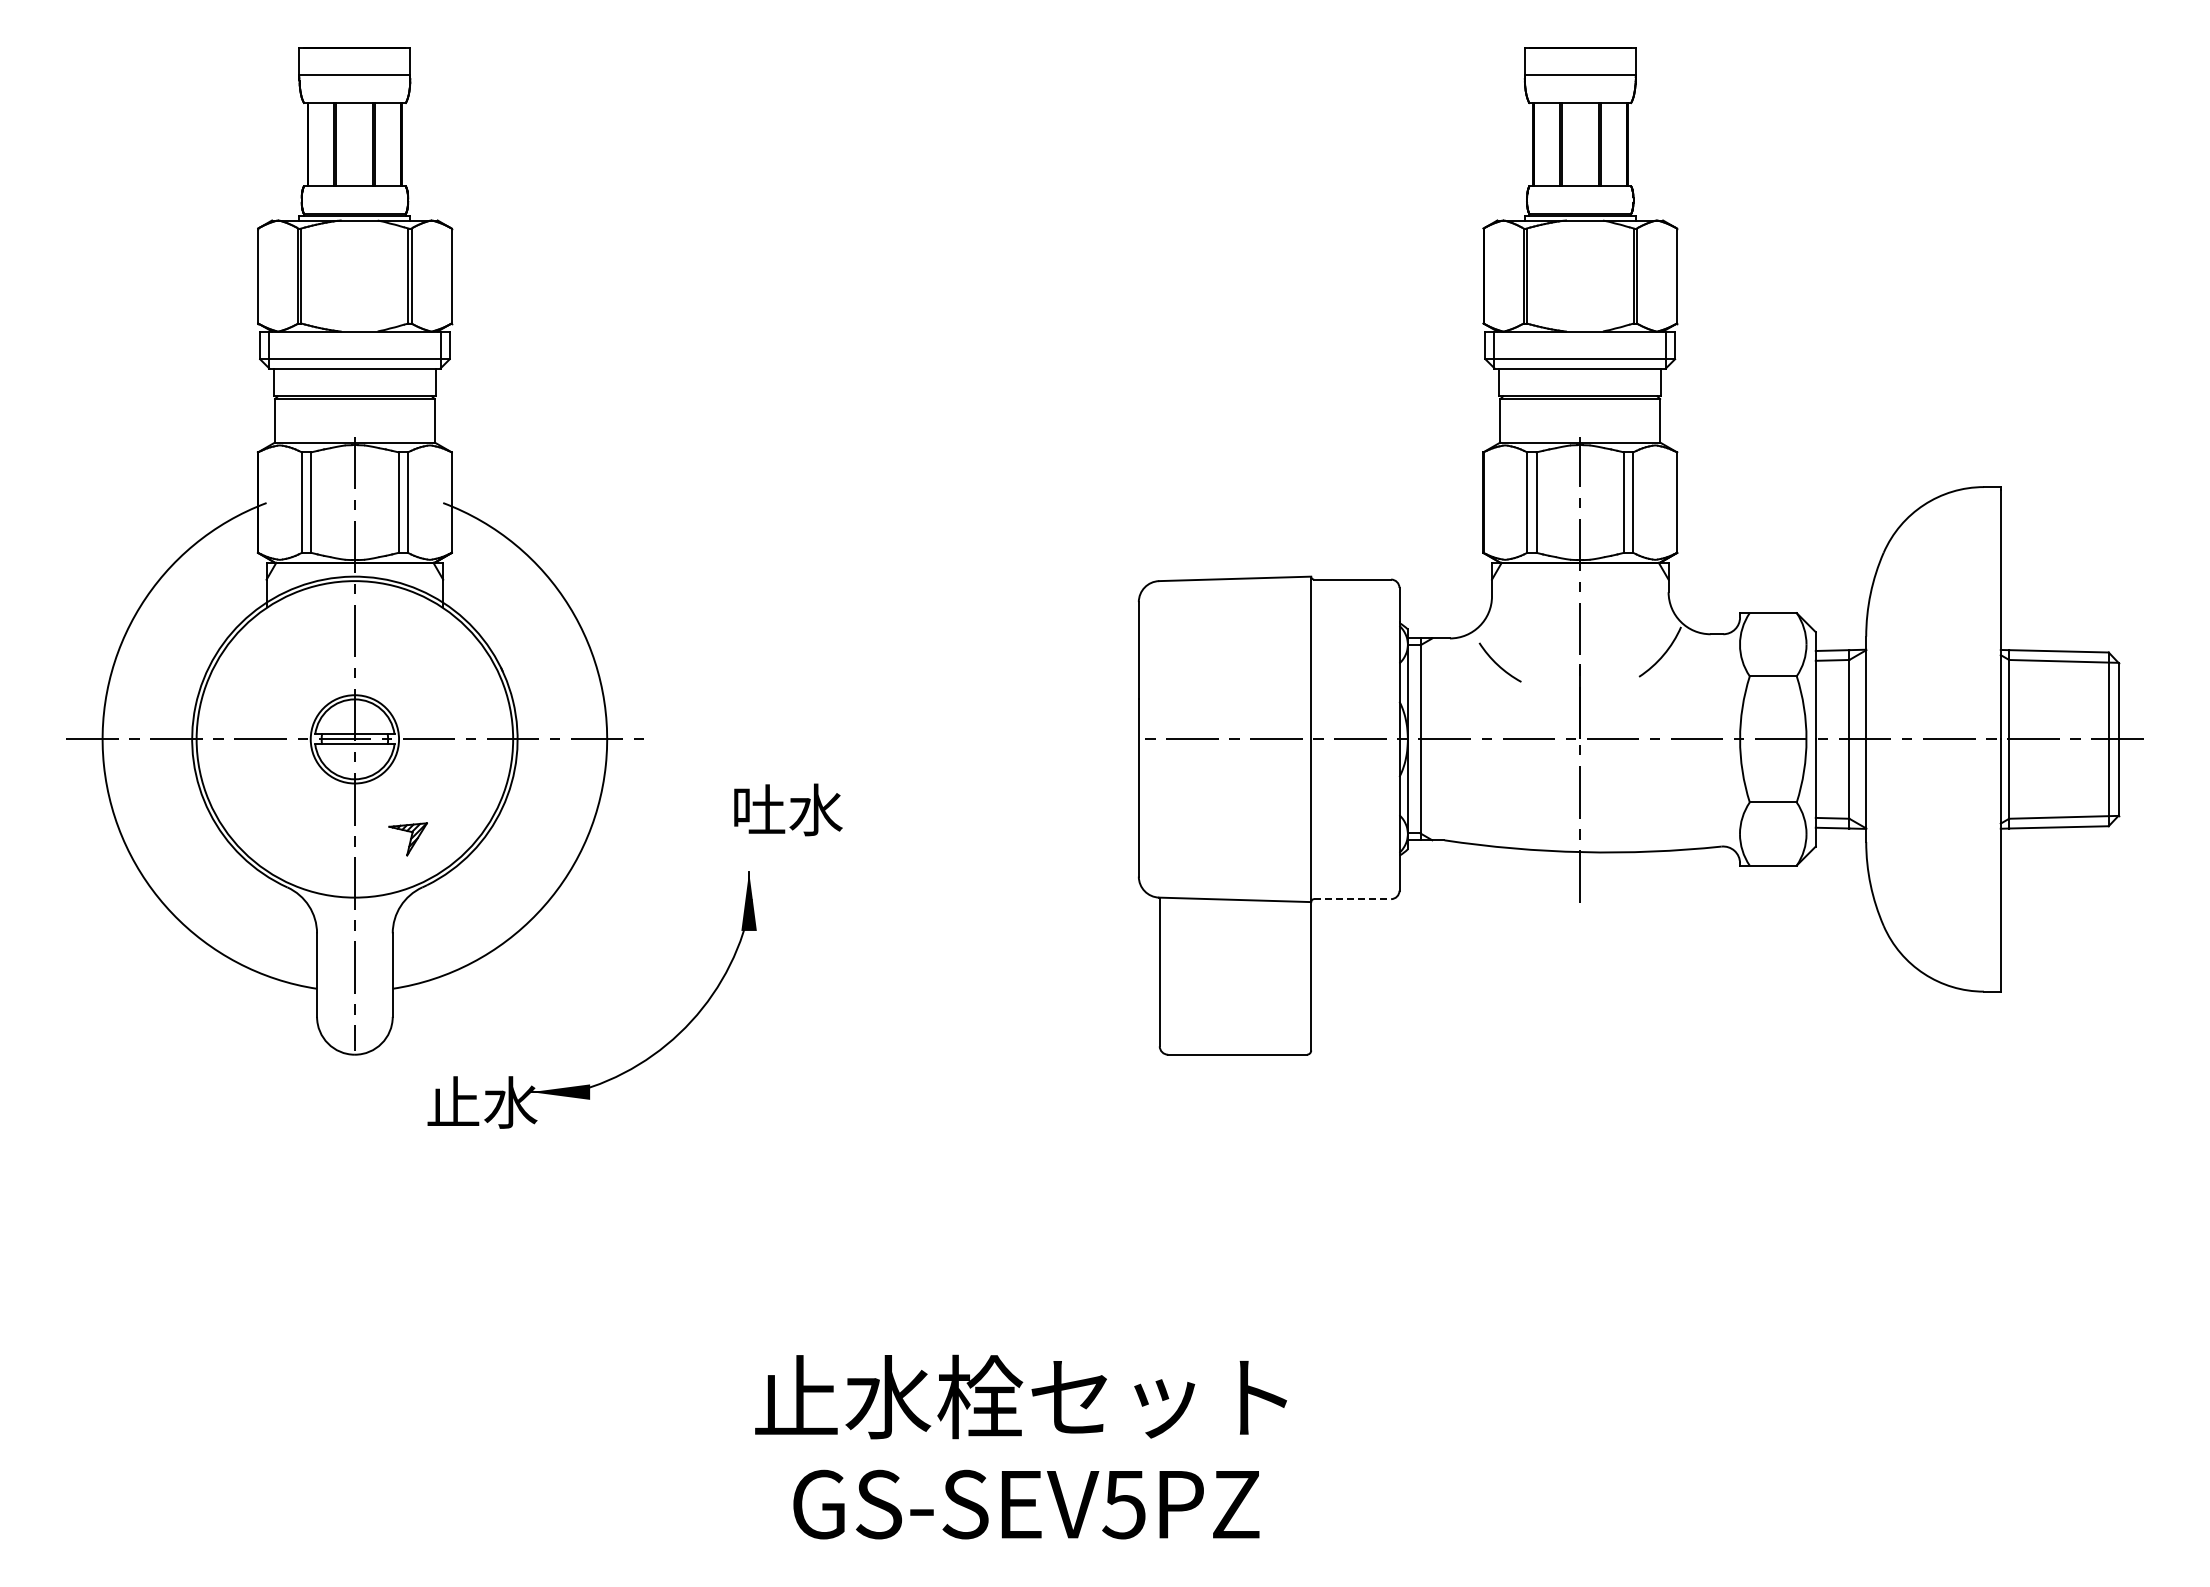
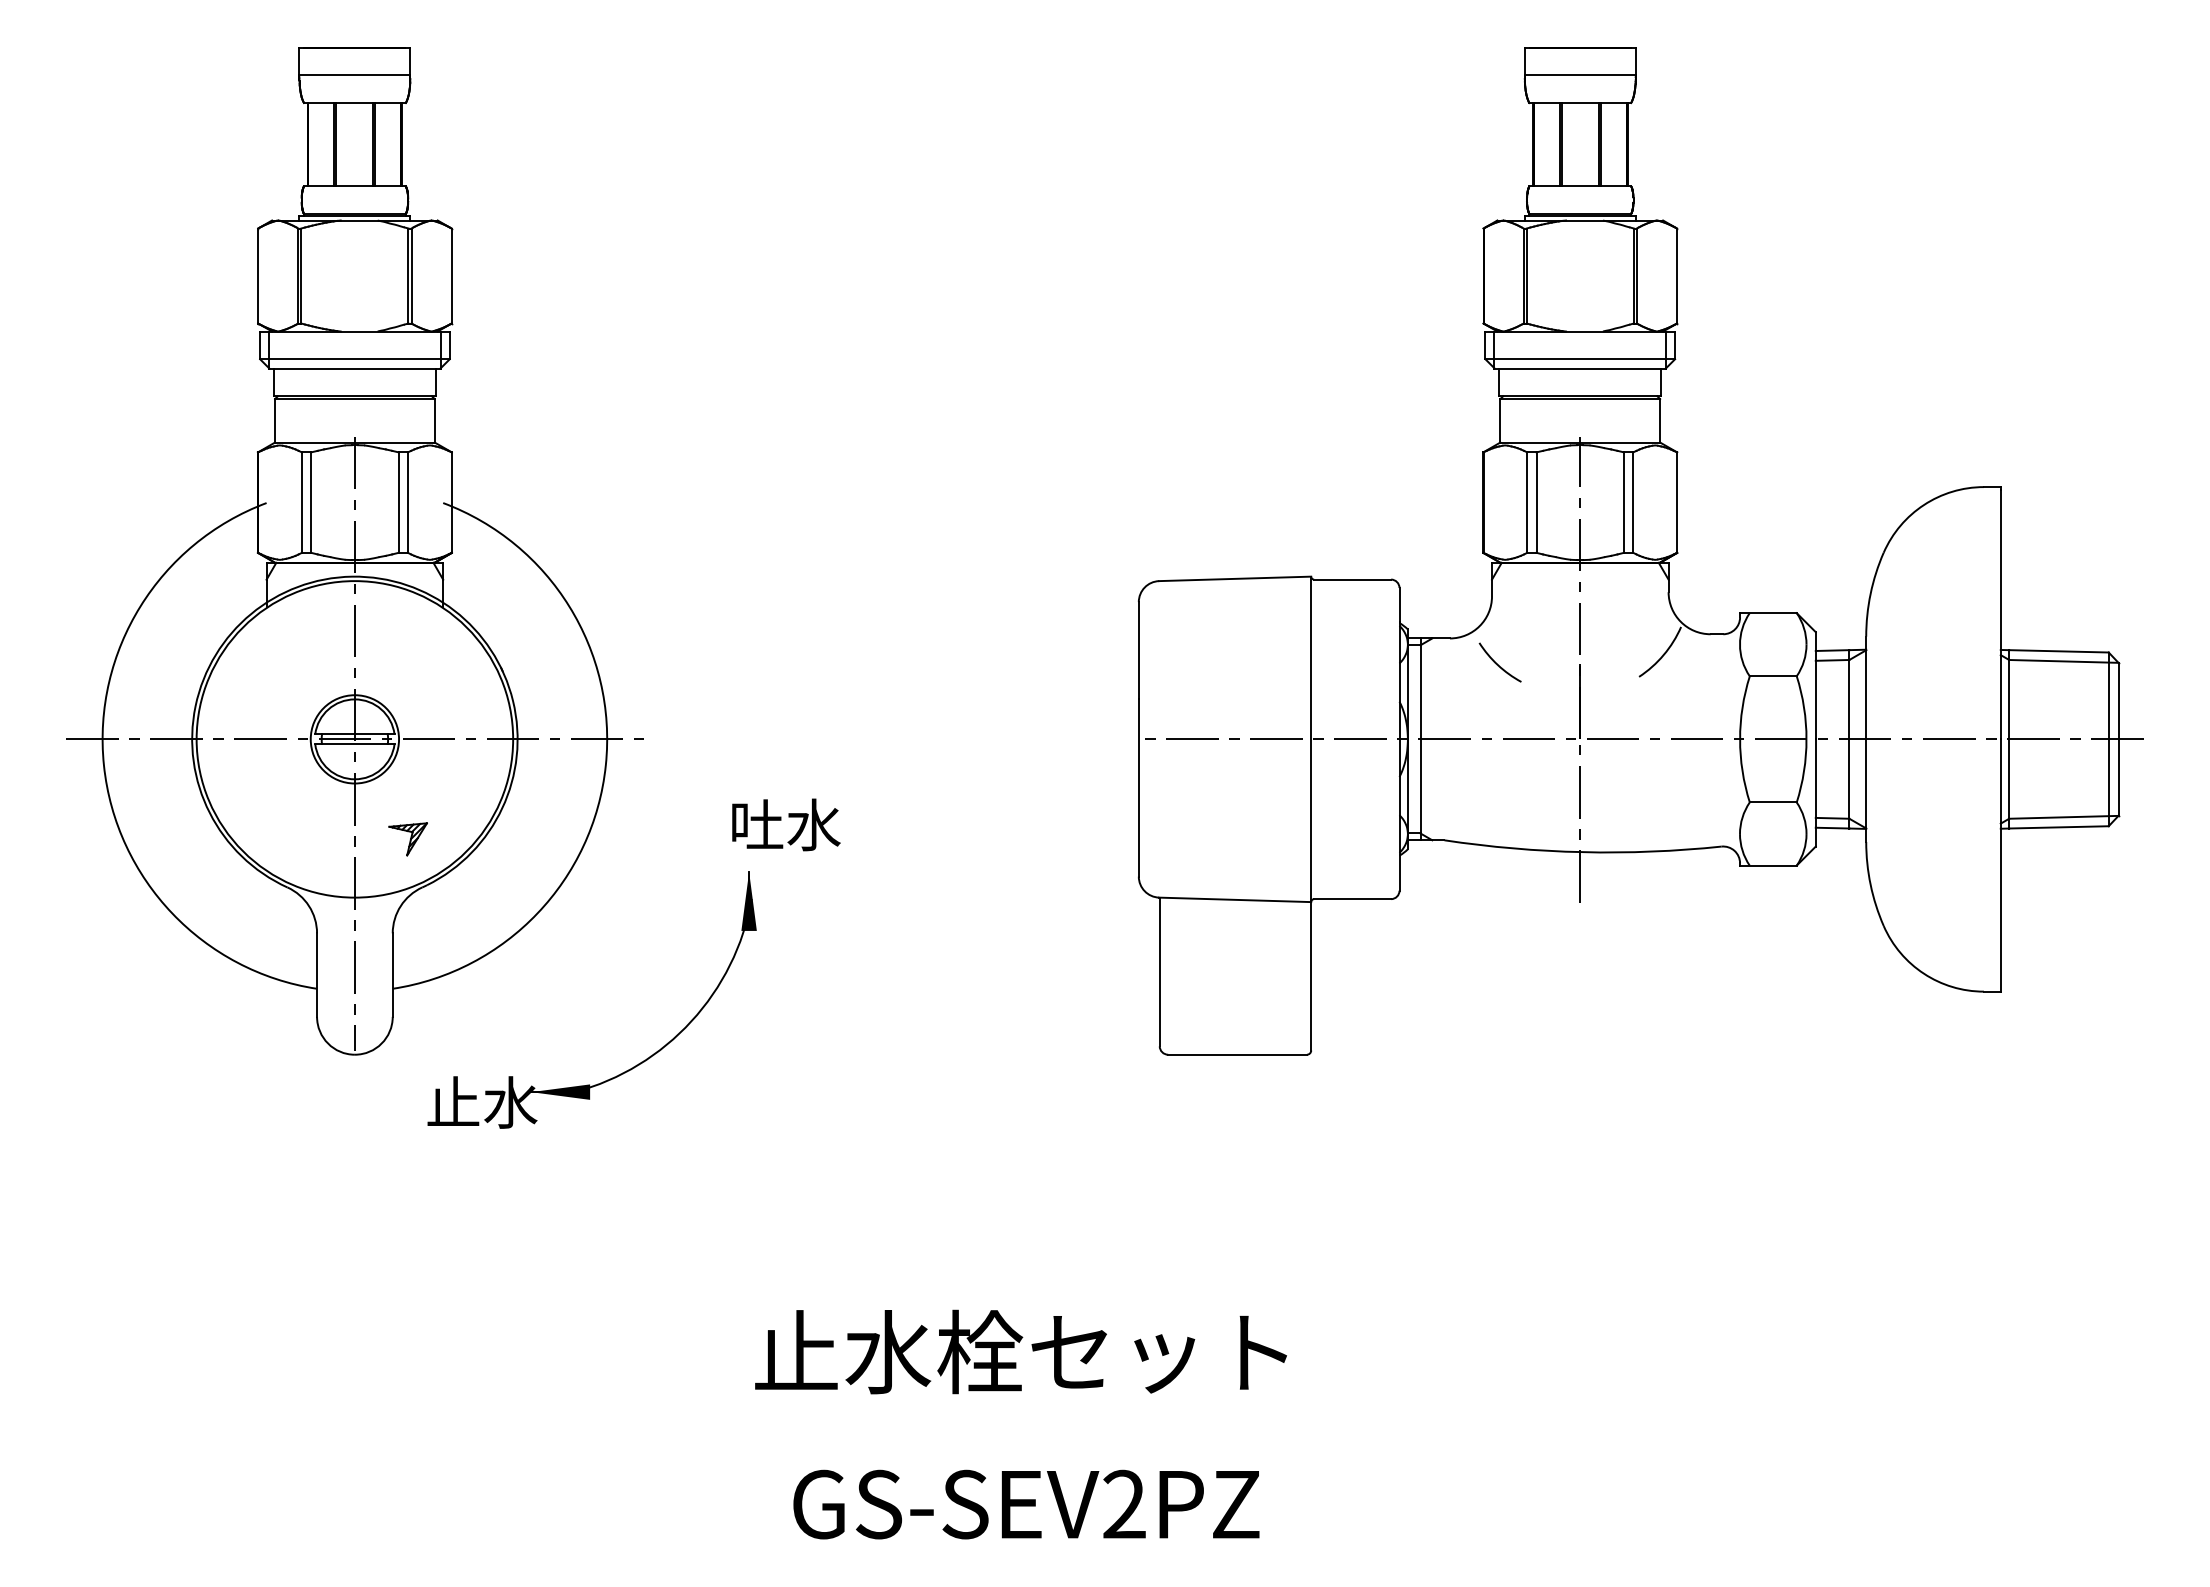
text at (788, 809) position: (788, 809) -> (786, 824)
line at (1353, 899): dashed -> solid
text at (1020, 1396) position: (1020, 1396) -> (1020, 1351)
text at (1123, 1504): GS-SEV5PZ -> GS-SEV2PZ
